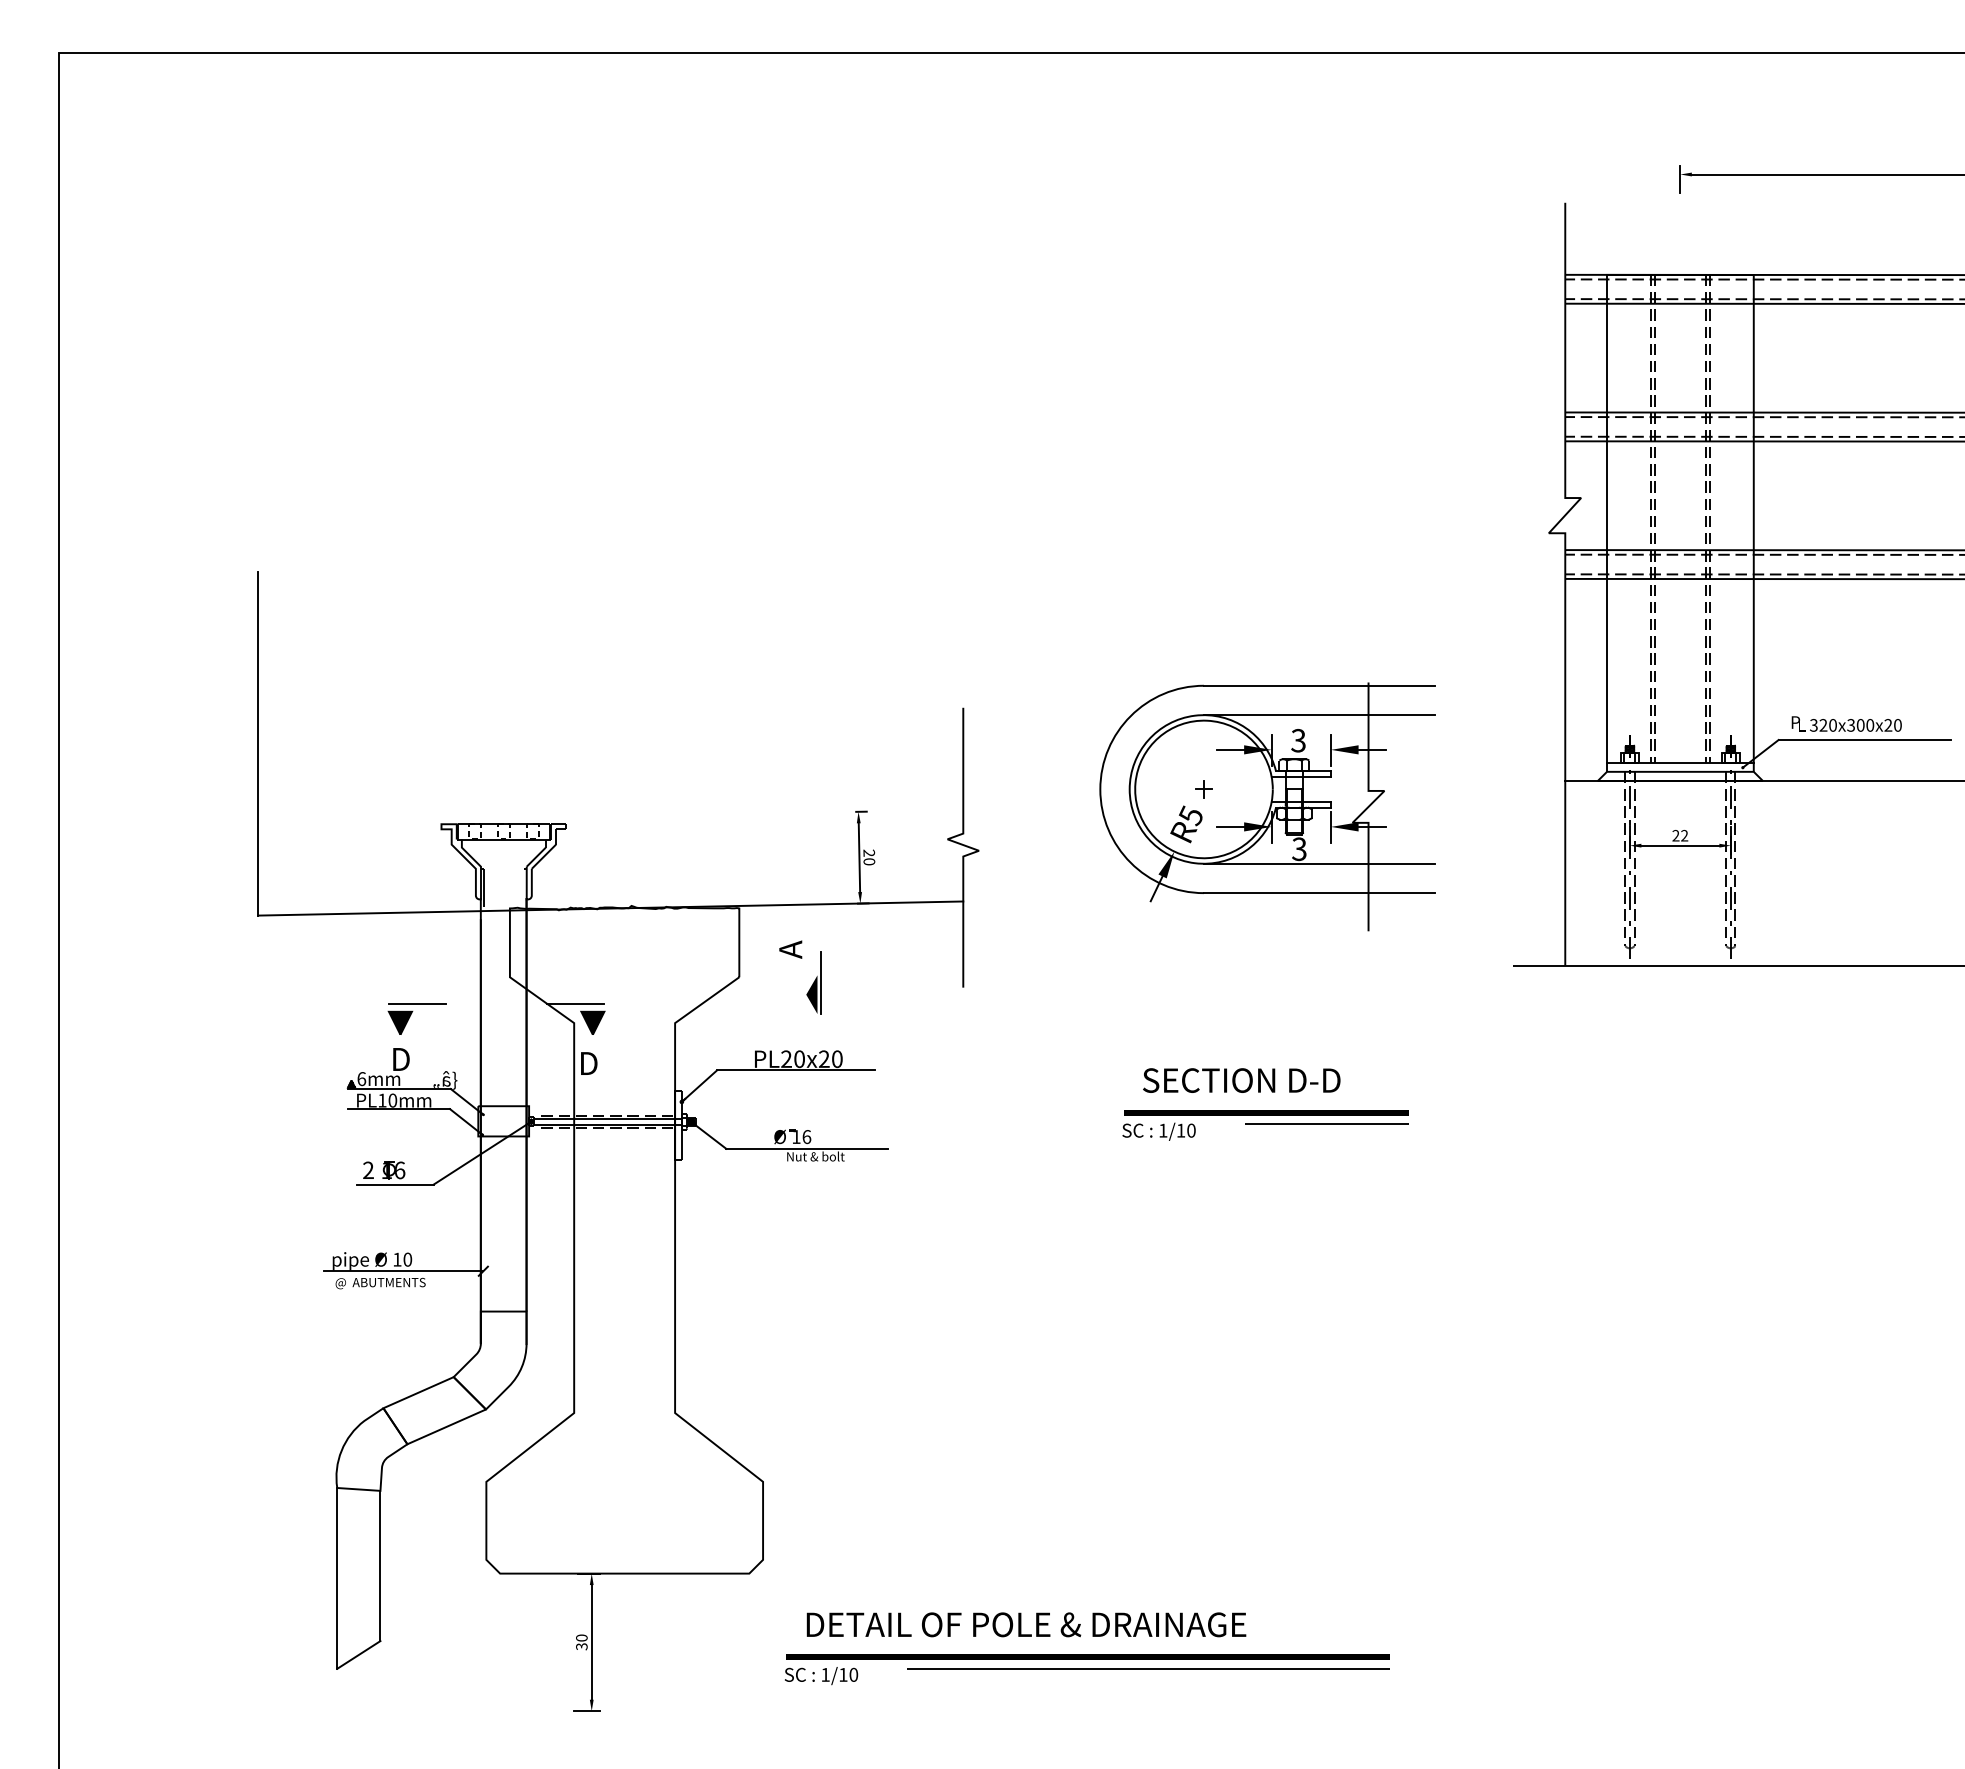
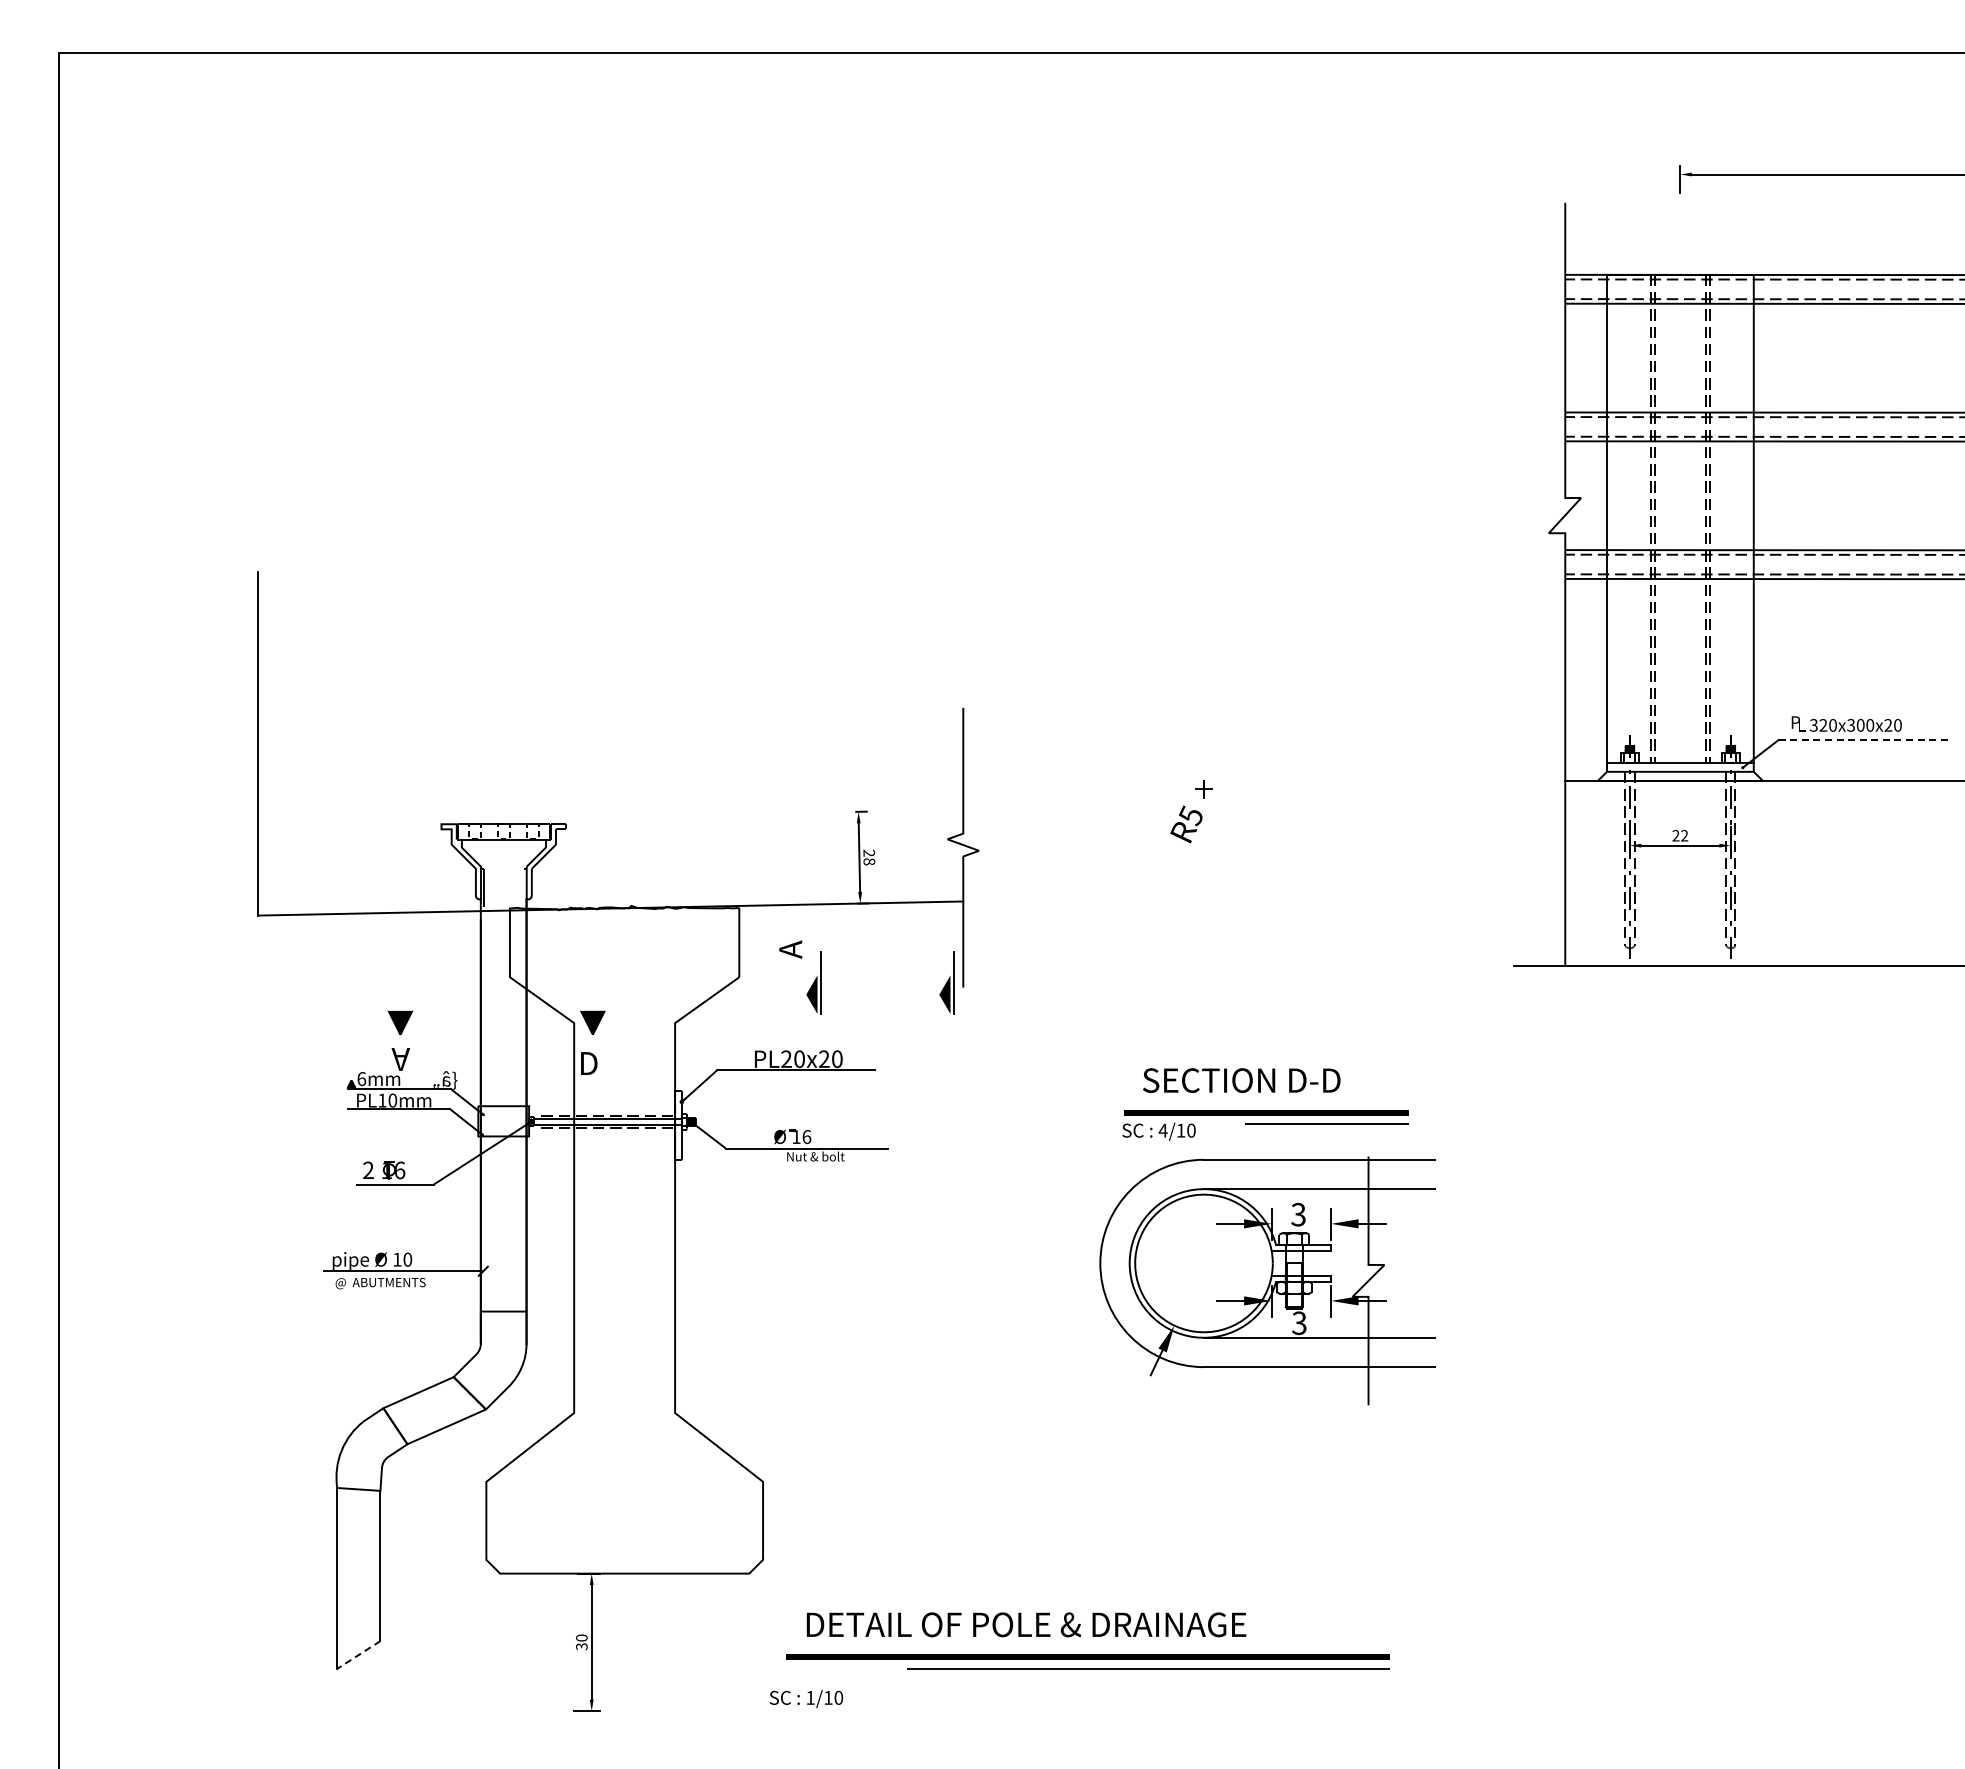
line at (1865, 740): solid -> dashed
part at (1267, 806) position: (1267, 806) -> (1267, 1280)
text at (868, 861): 20 -> 28
part at (946, 982): none -> present
line at (417, 1003): present -> none
line at (575, 1003): present -> none
text at (400, 1059): D -> A
text at (1162, 1130): 1/10 -> 4/10
line at (358, 1654): solid -> dashed
text at (821, 1676) position: (821, 1676) -> (806, 1699)
